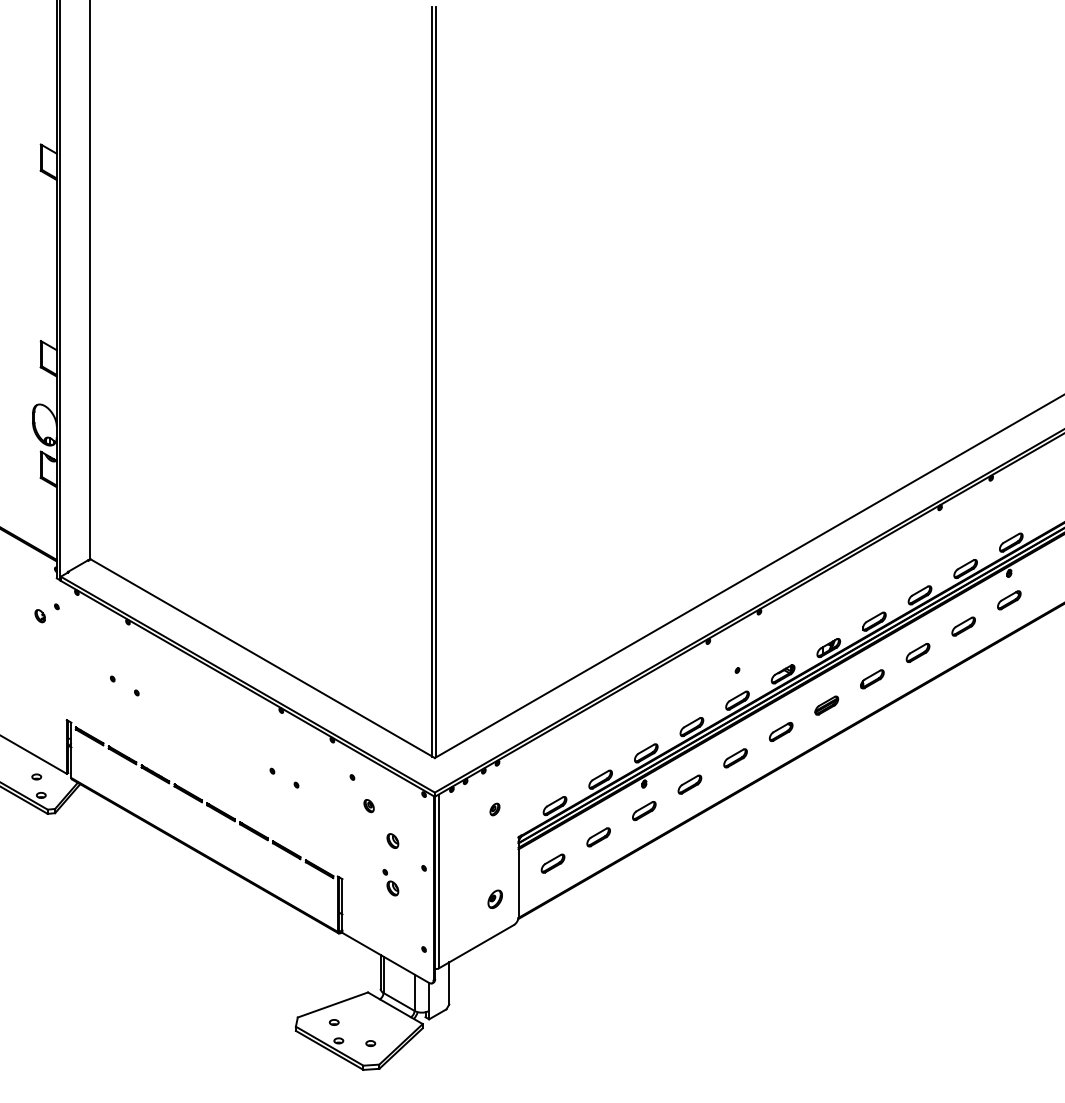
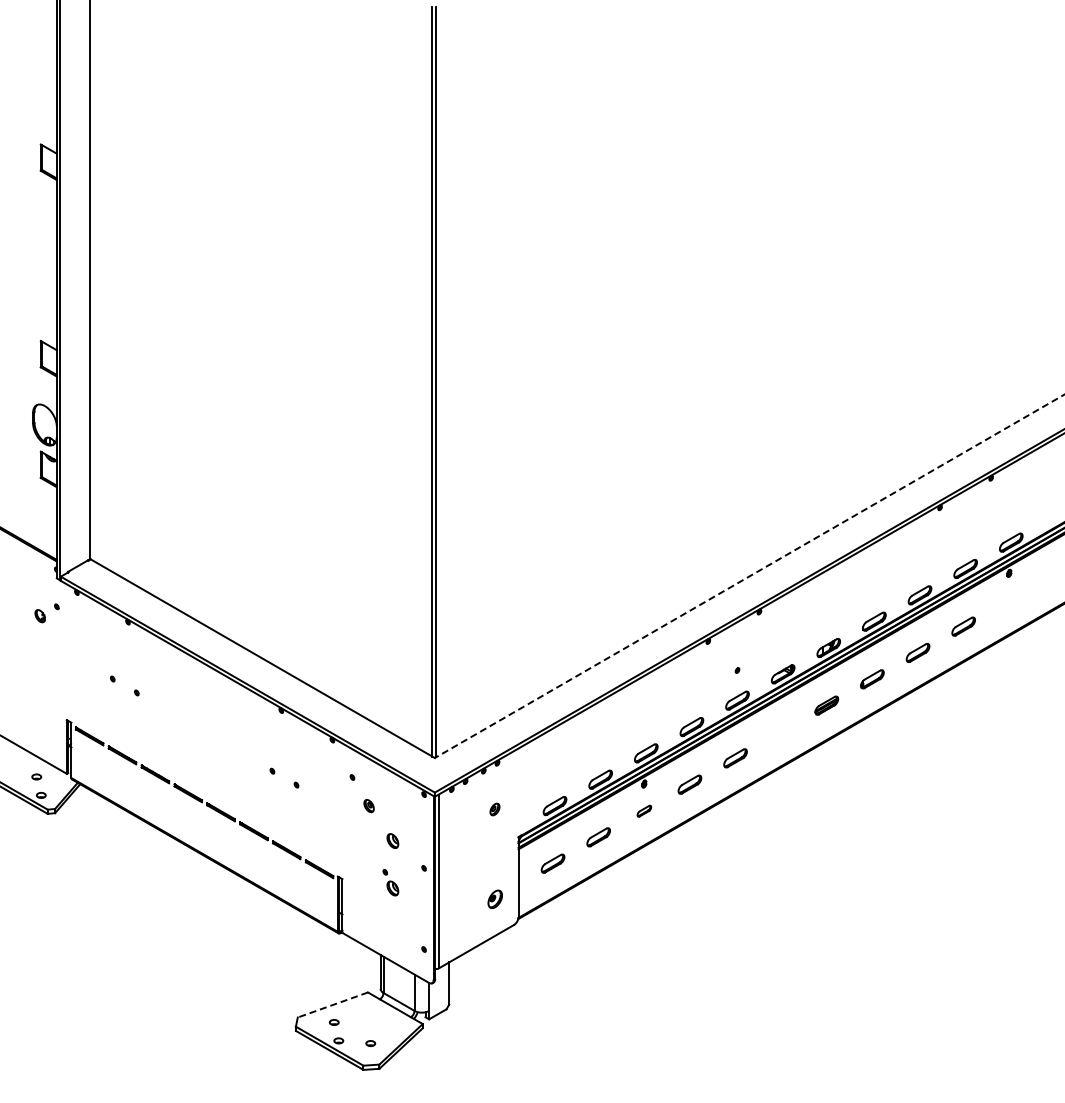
line at (749, 576): solid -> dashed
part at (1009, 600): present -> none
part at (780, 731): present -> none
part at (644, 811) size: 25x21 px -> 17x14 px
line at (332, 1005): solid -> dashed
